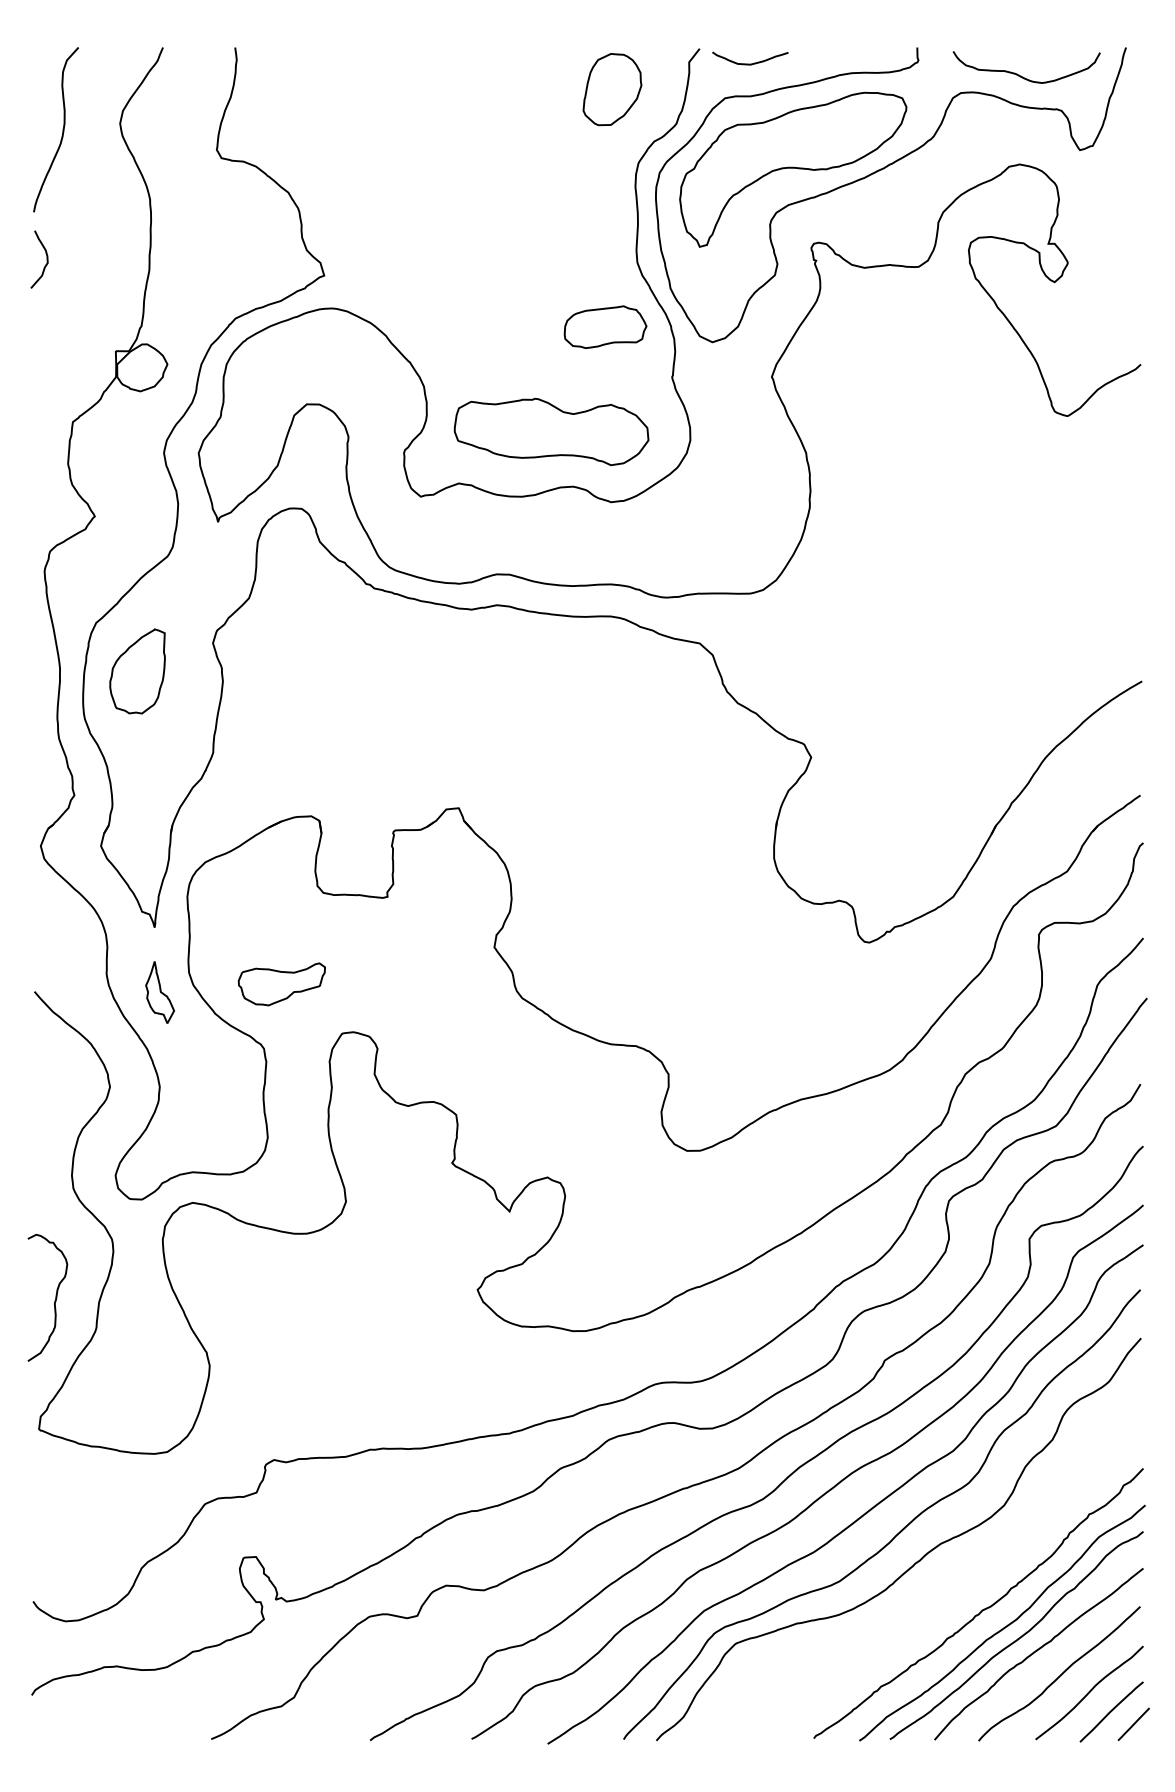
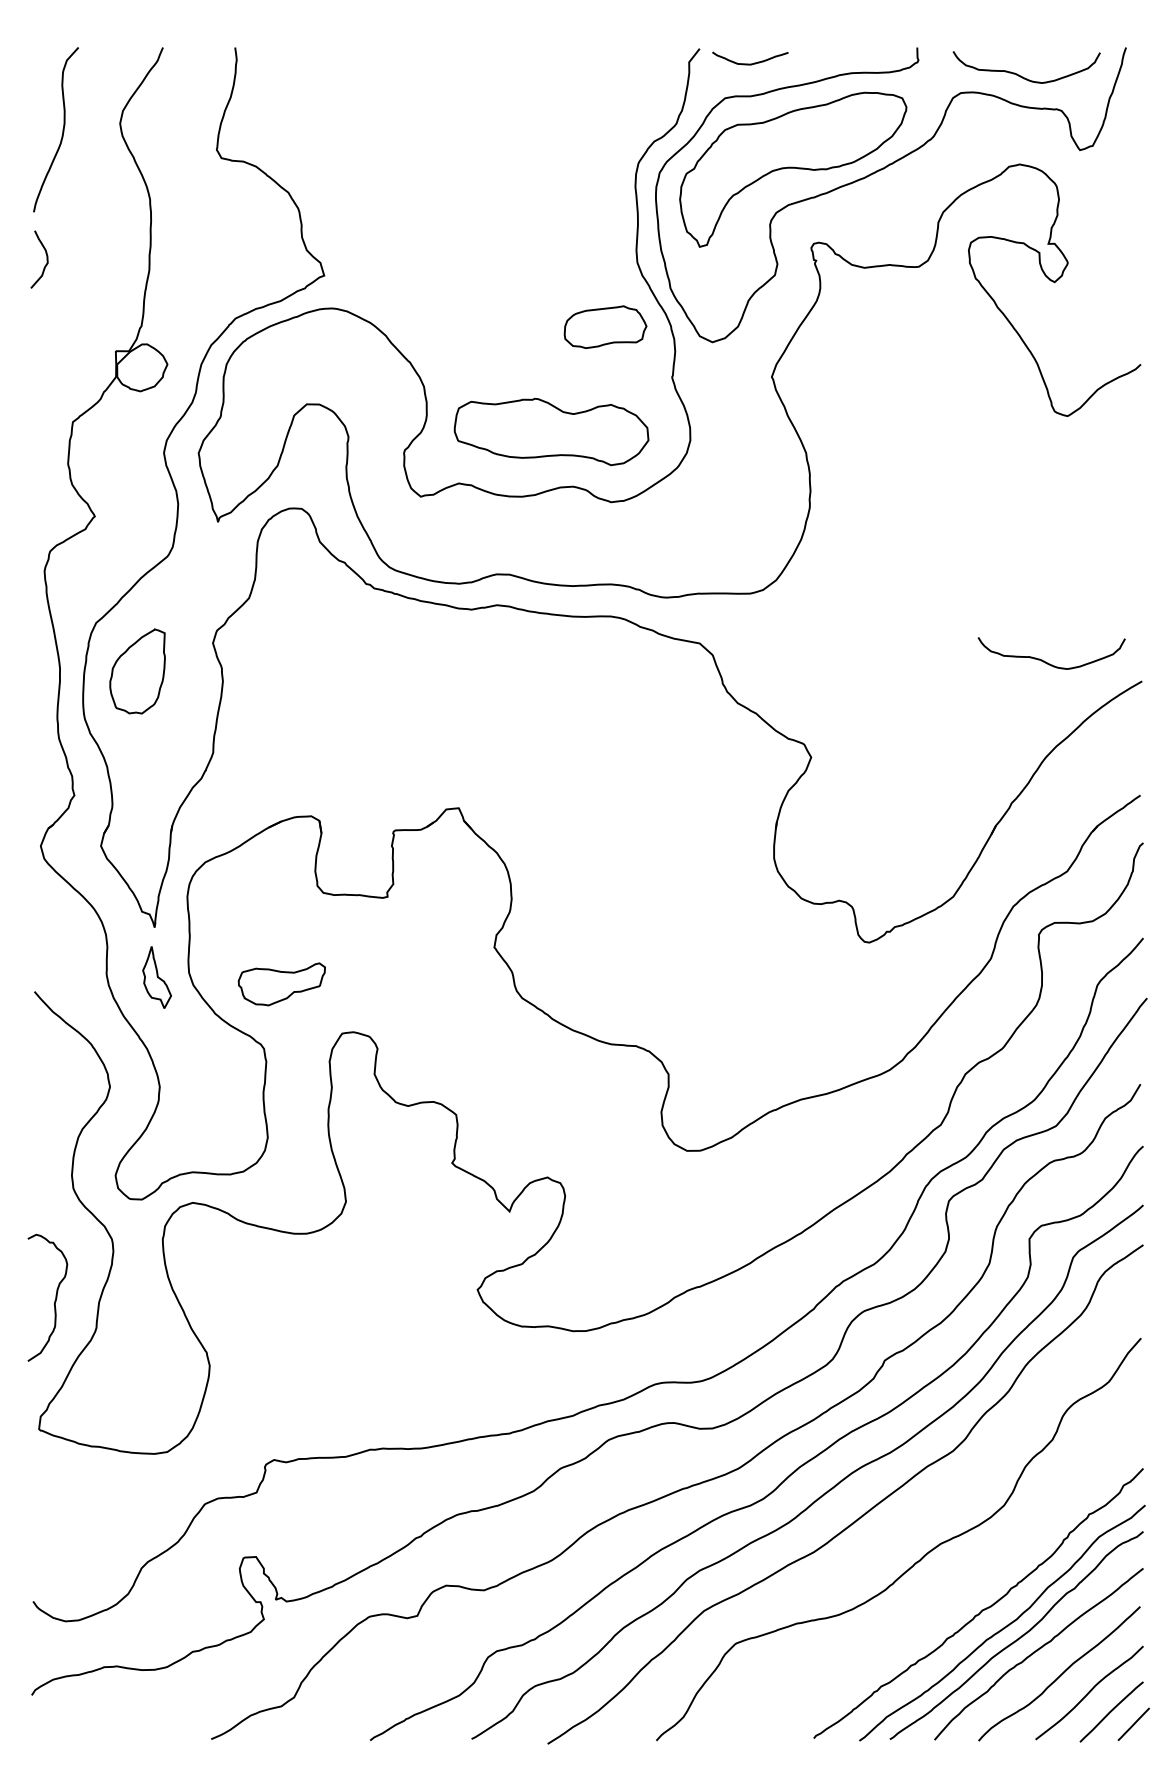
part at (612, 89): present -> none
curve at (1046, 661): none -> present
part at (159, 992) position: (159, 992) -> (156, 977)
curve at (899, 1531): present -> none
